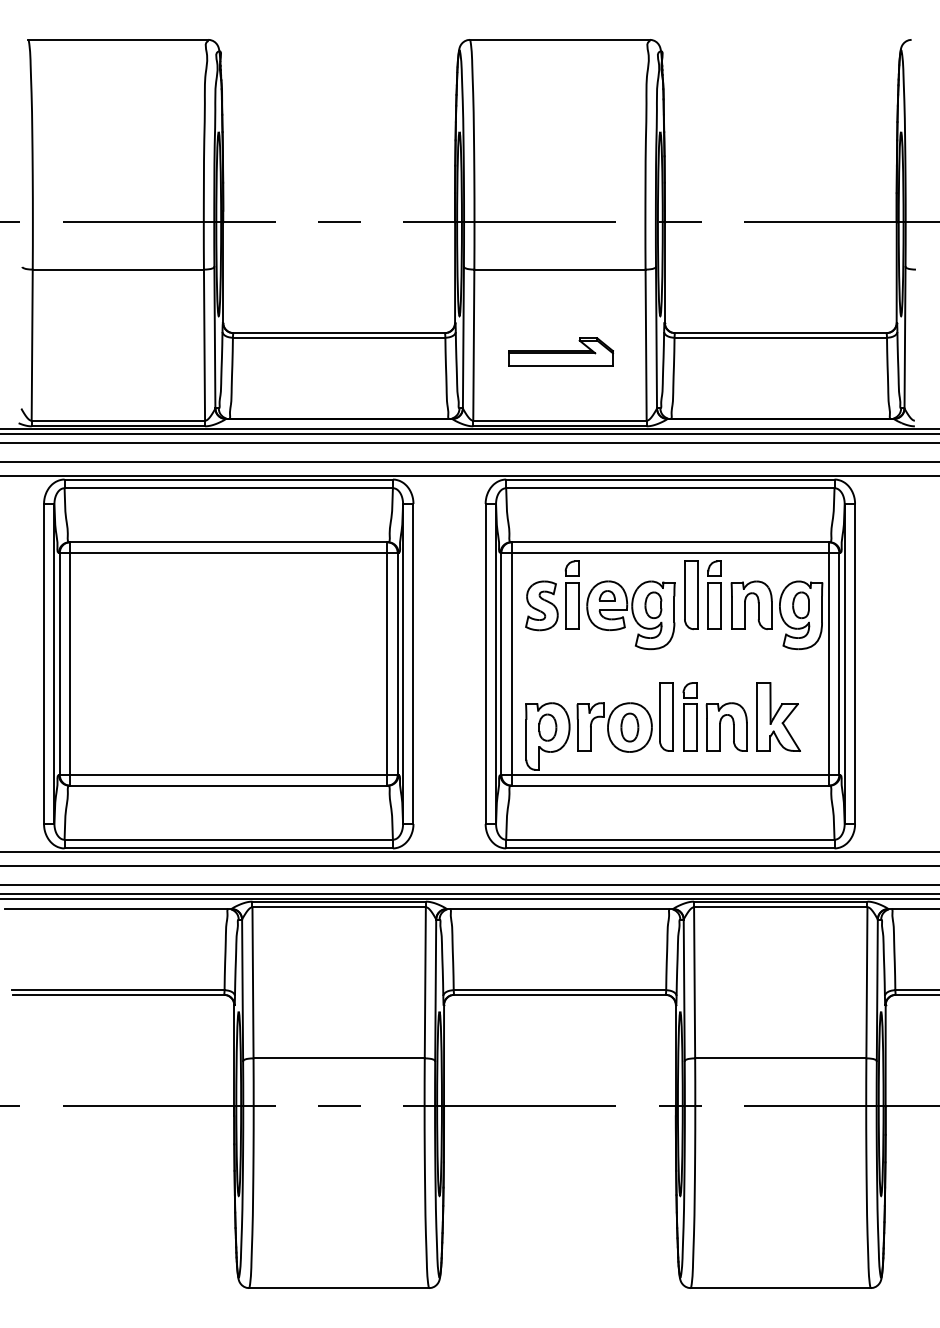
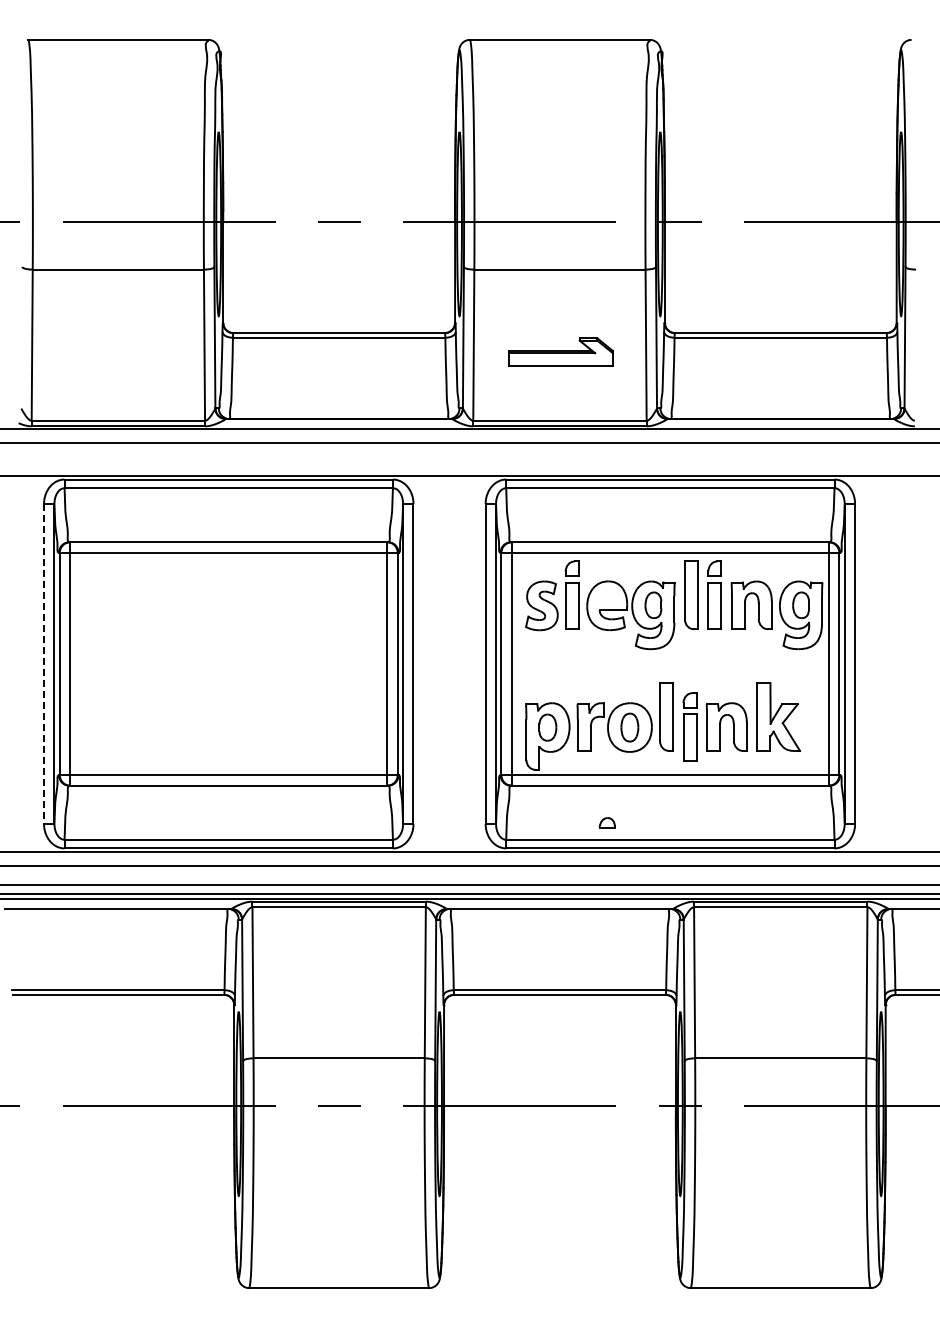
line at (469, 433): present -> none
line at (469, 461): present -> none
part at (606, 595) position: (606, 595) -> (606, 822)
line at (44, 664): solid -> dashed
part at (689, 716) position: (689, 716) -> (689, 726)
